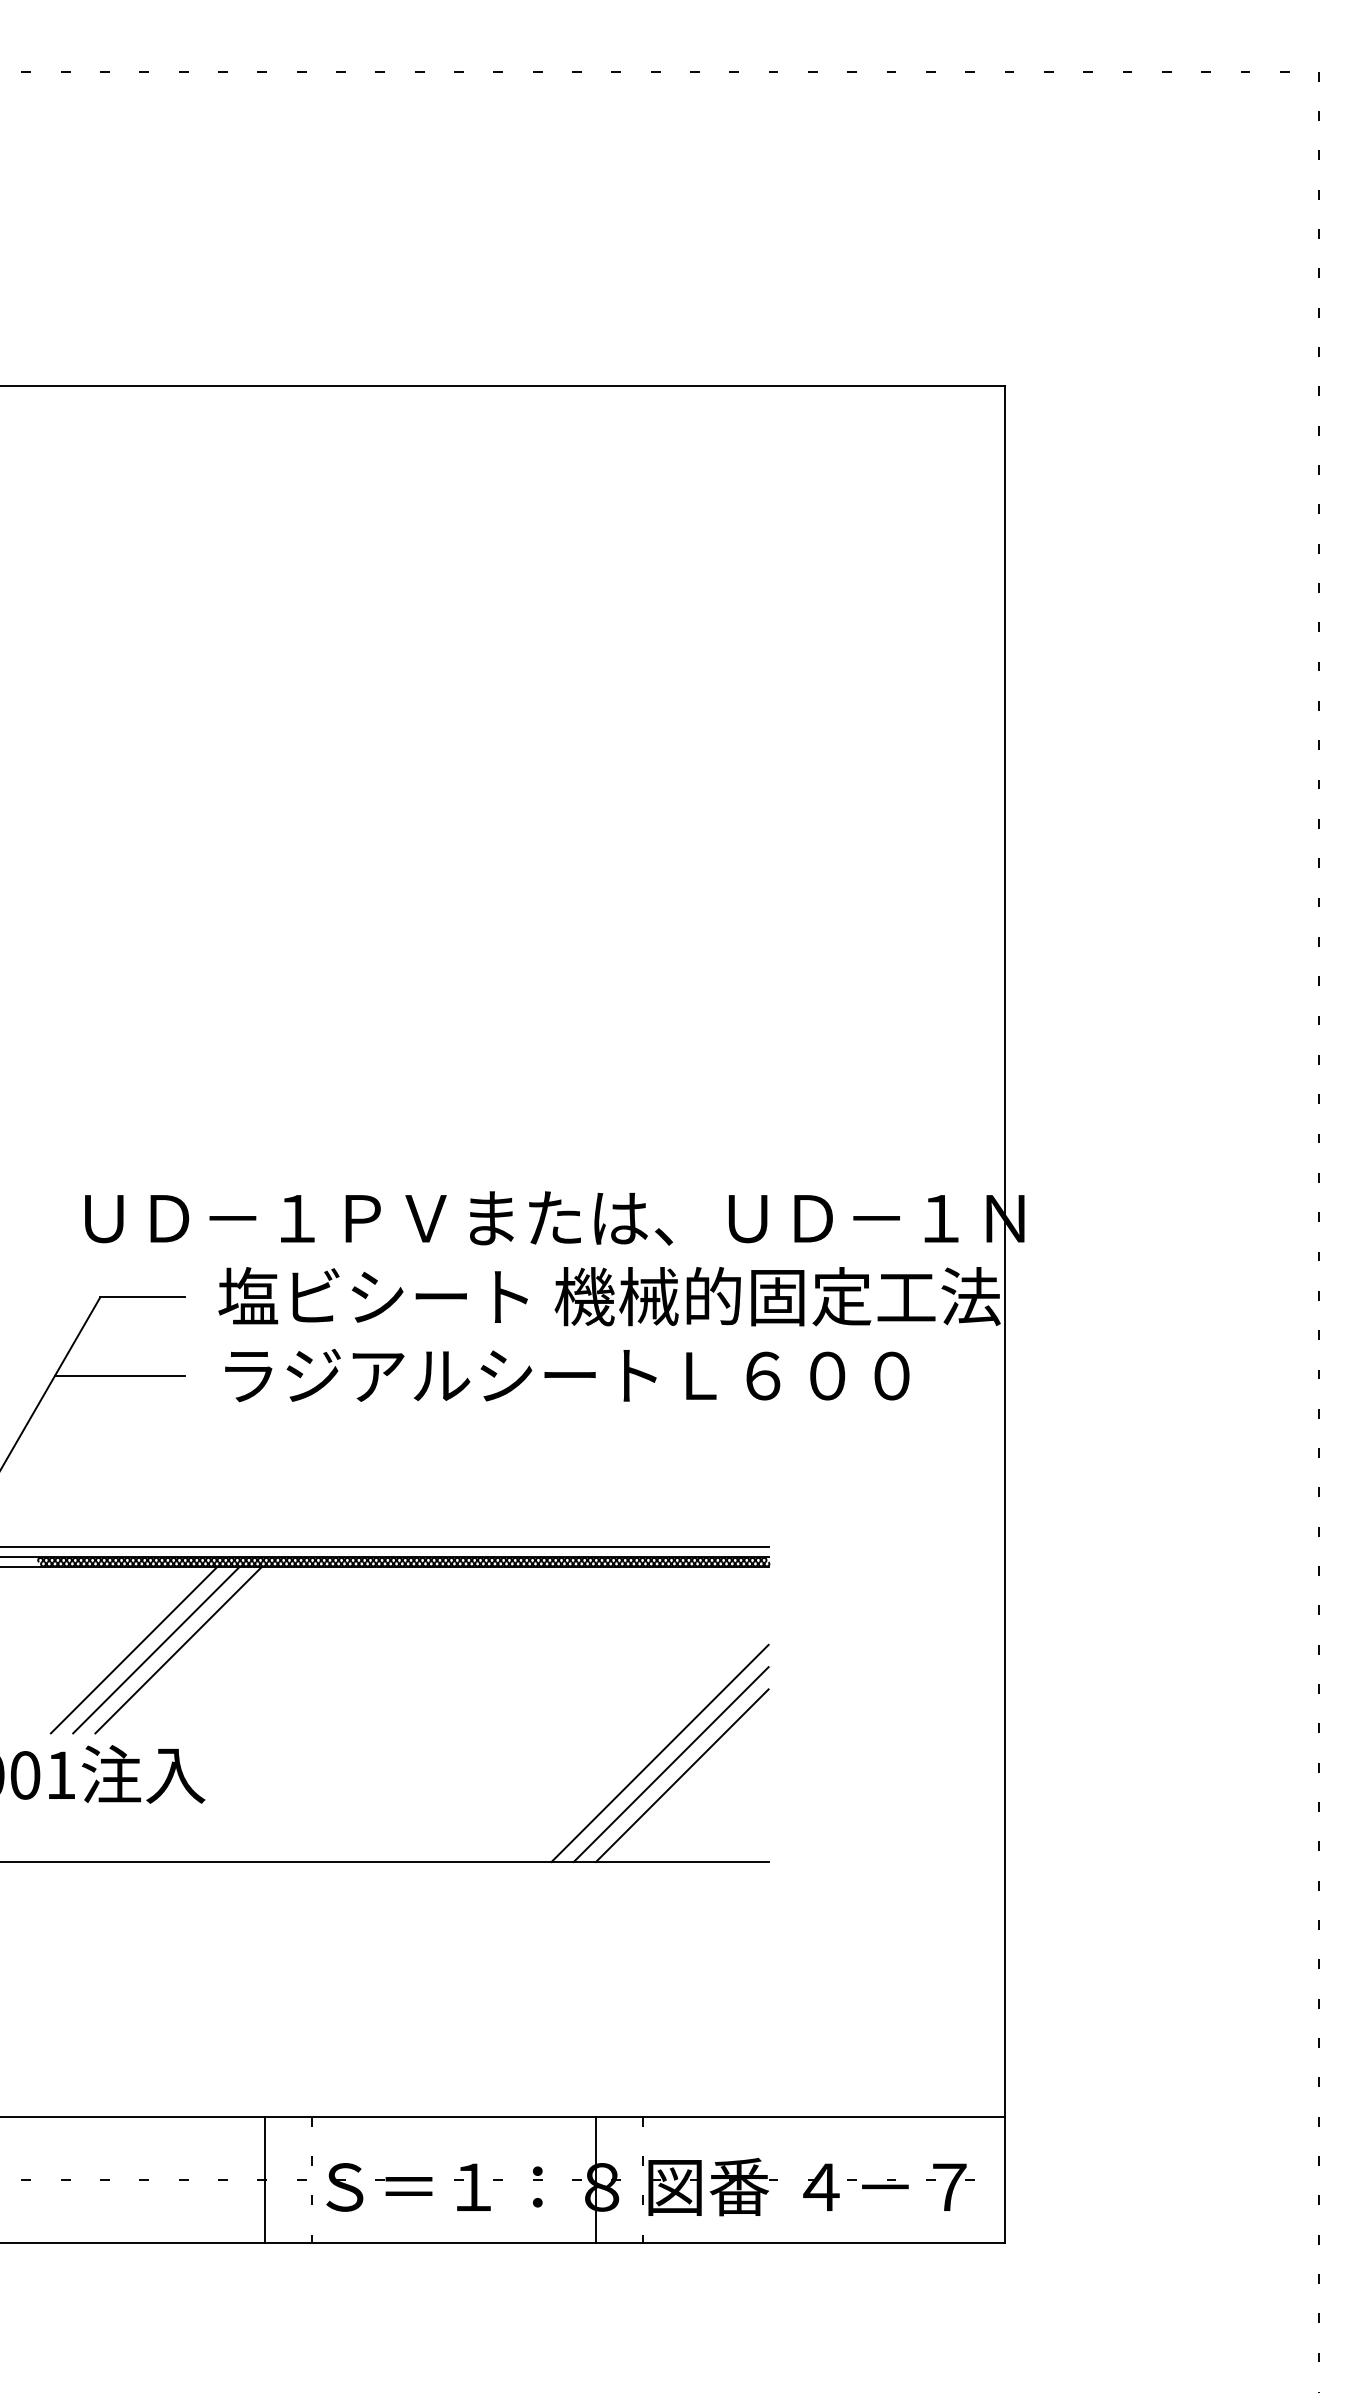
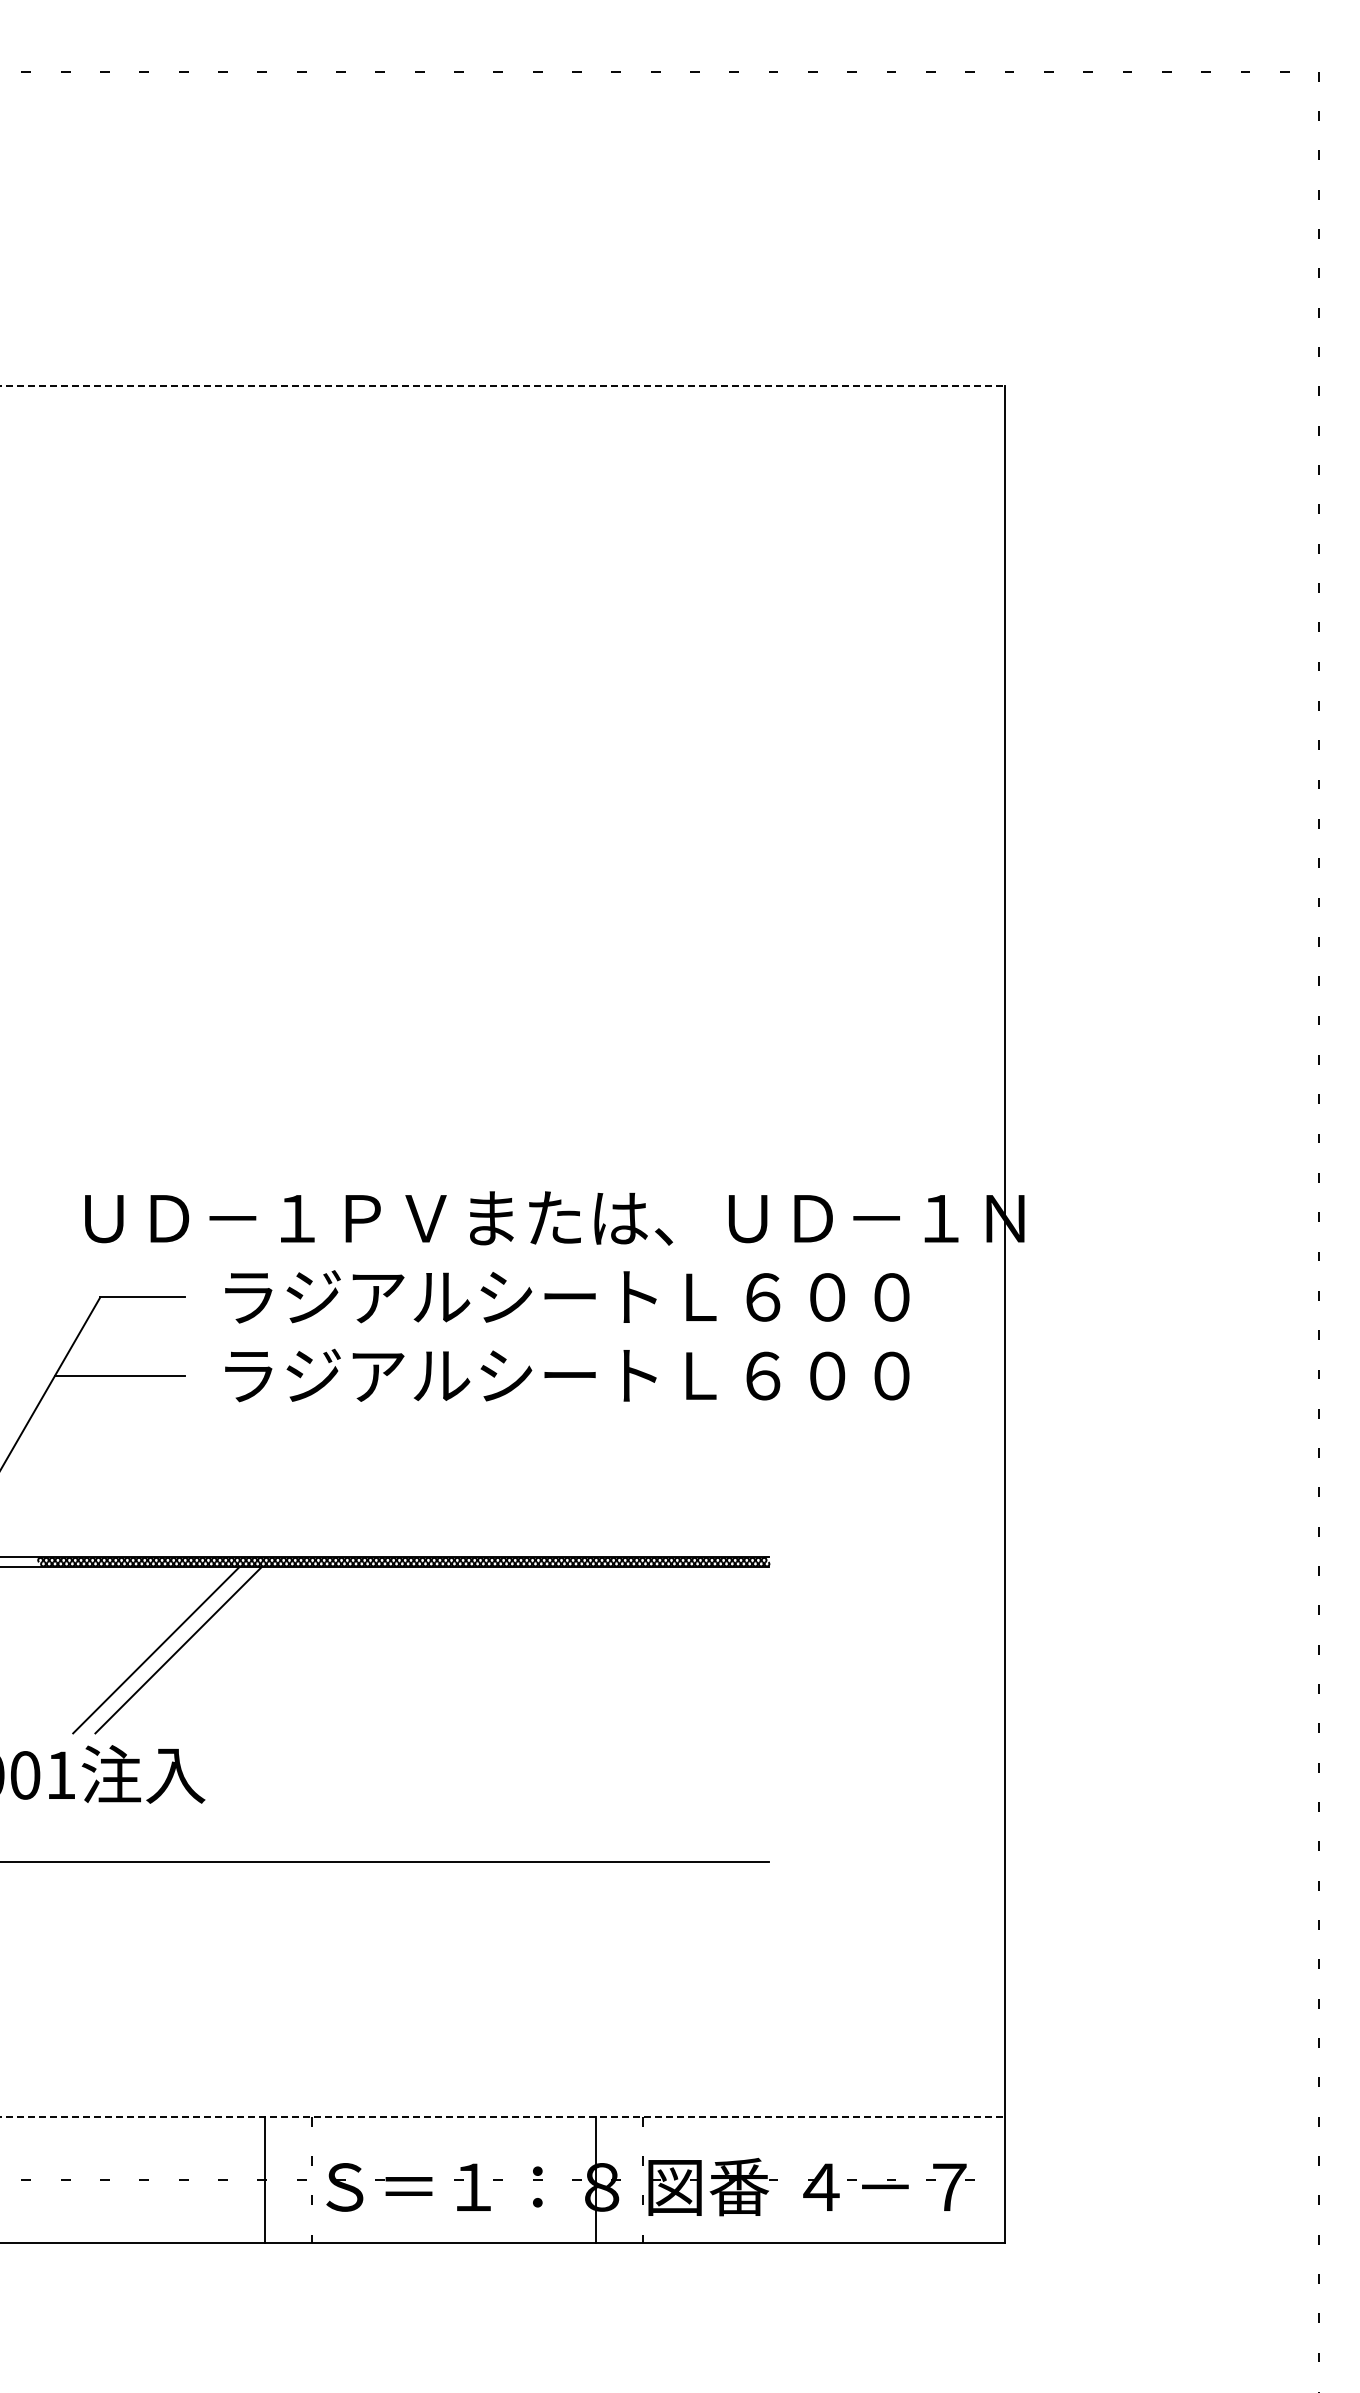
line at (502, 386): solid -> dashed
text at (609, 1296): 塩ビシート 機械的固定工法 -> ラジアルシートＬ６００
line at (385, 1547): present -> none
line at (133, 1650): present -> none
line at (659, 1753): present -> none
line at (670, 1764): present -> none
line at (681, 1775): present -> none
line at (502, 2116): solid -> dashed
